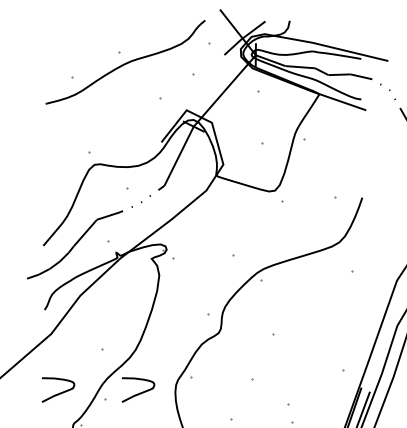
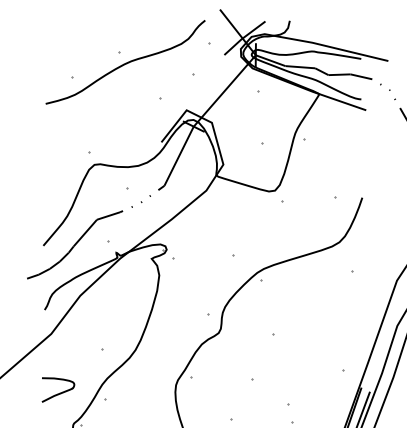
part at (138, 389): present -> none
